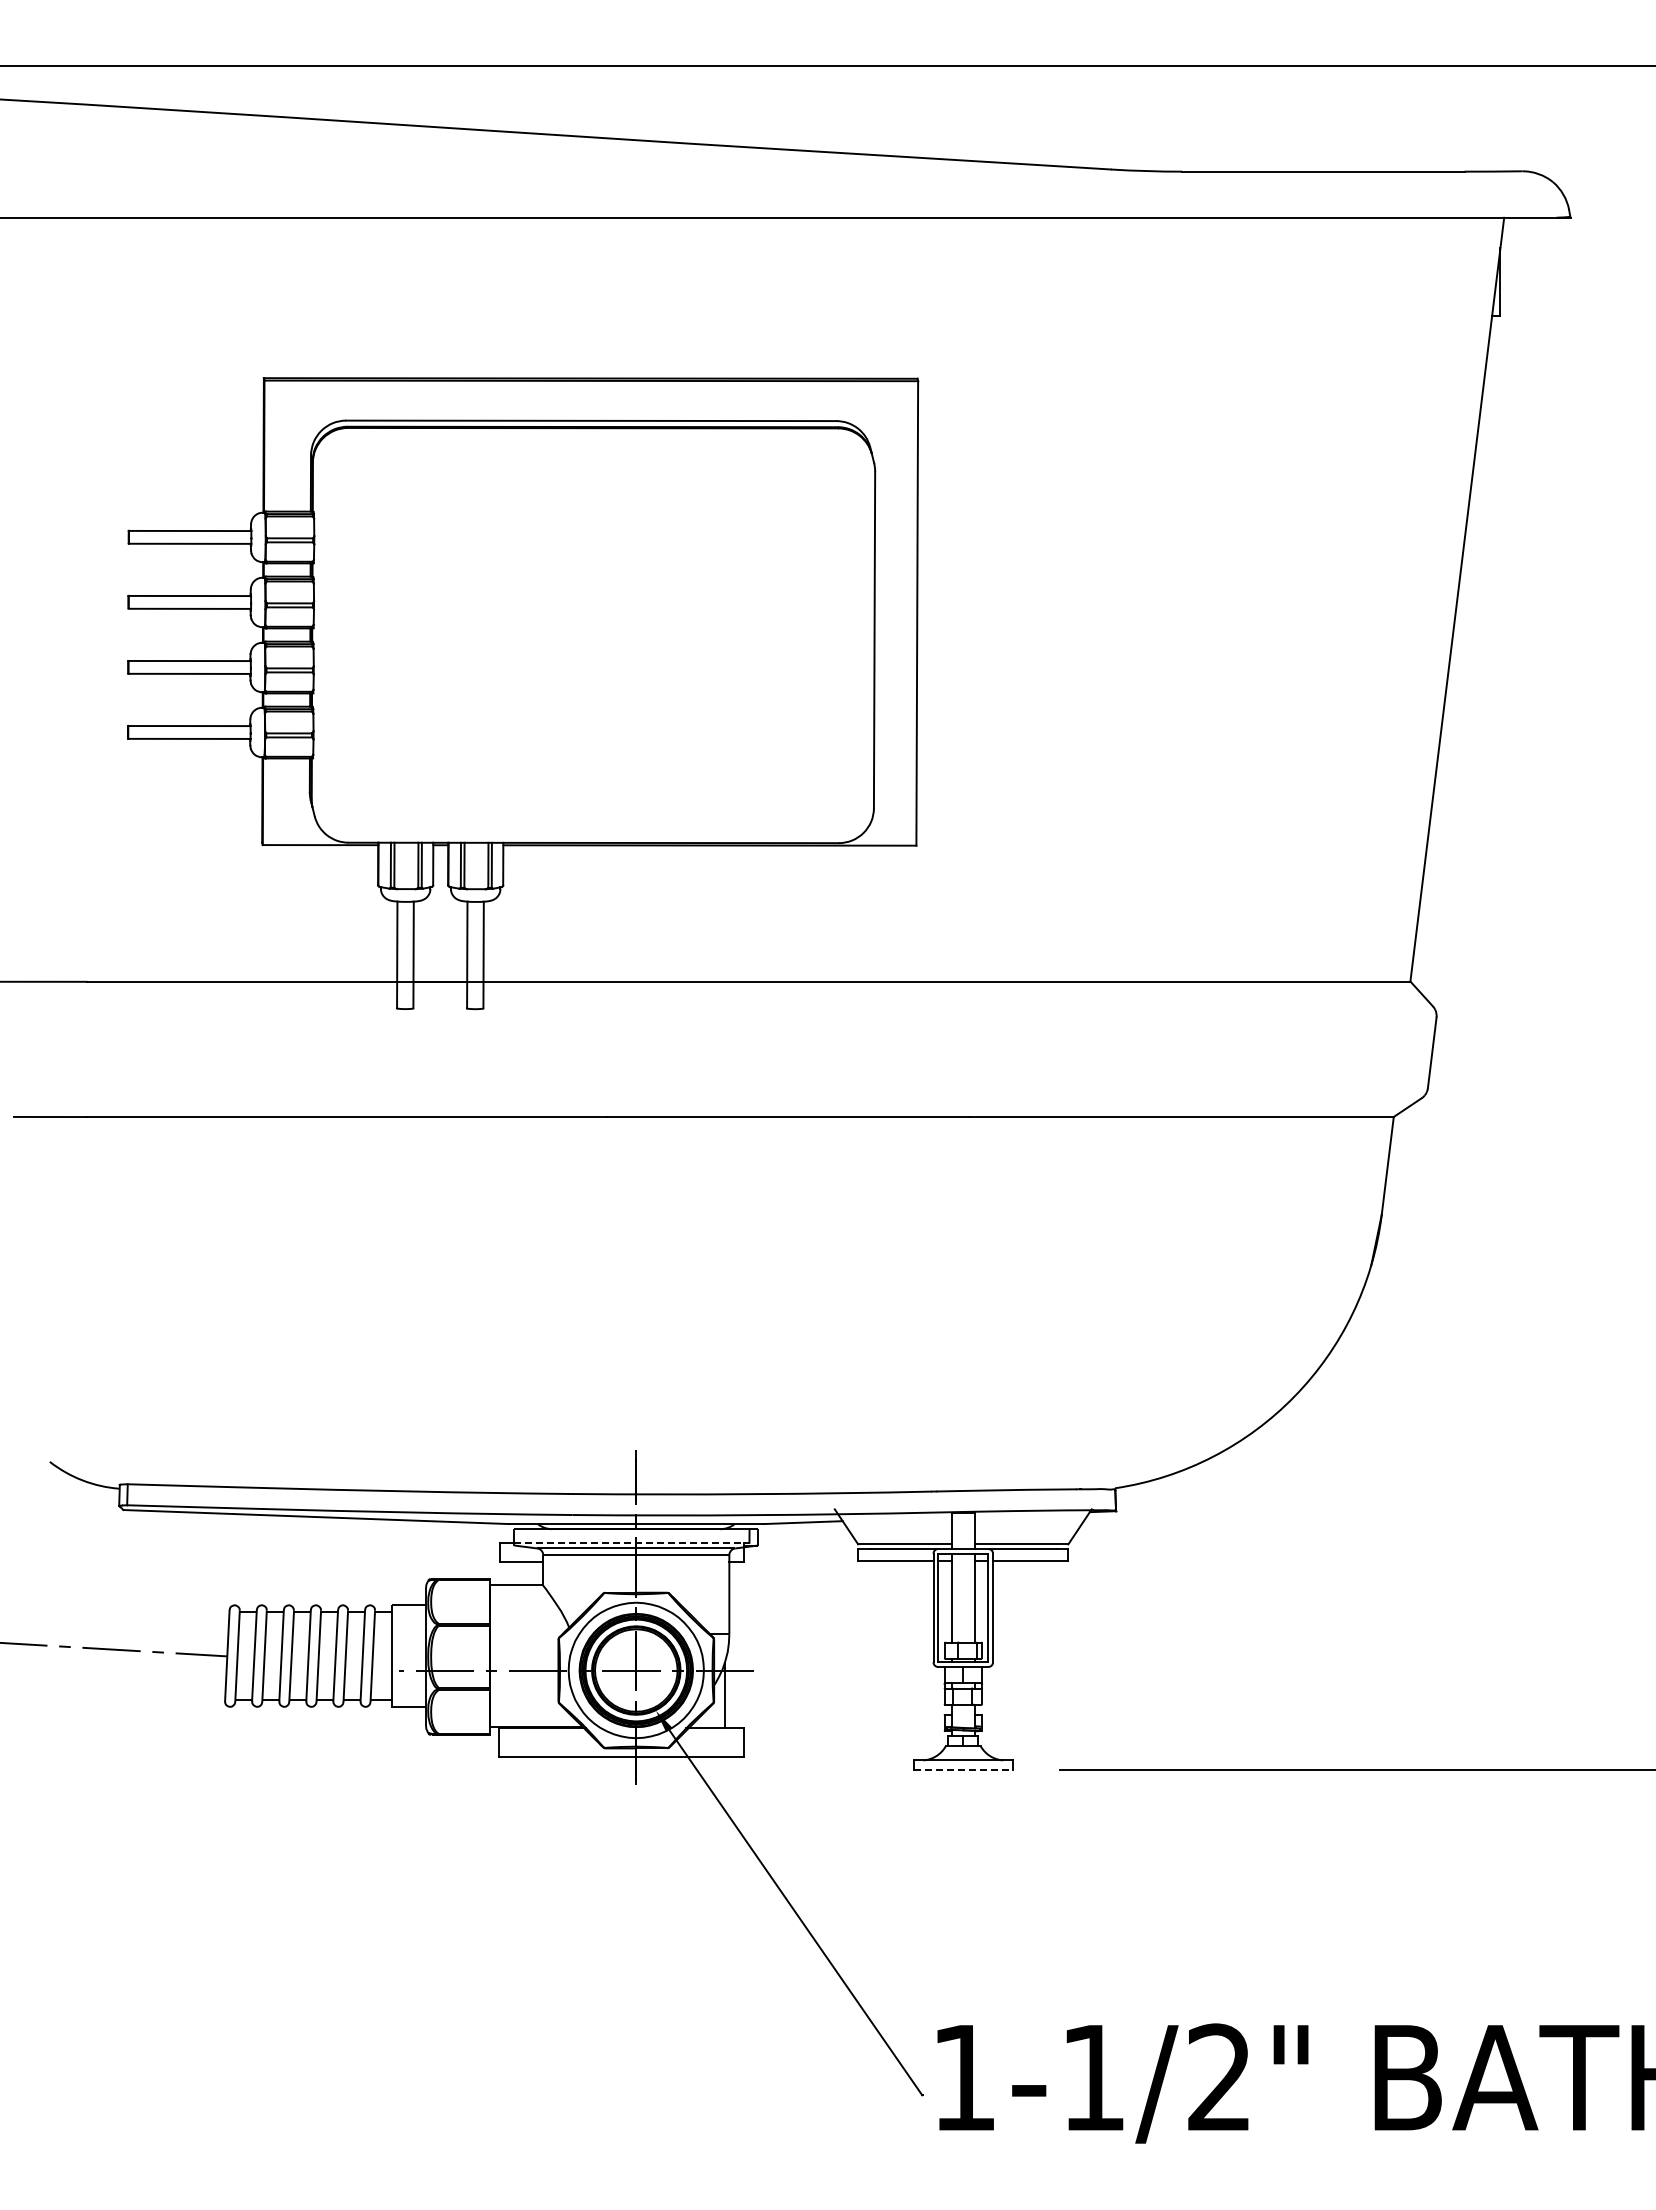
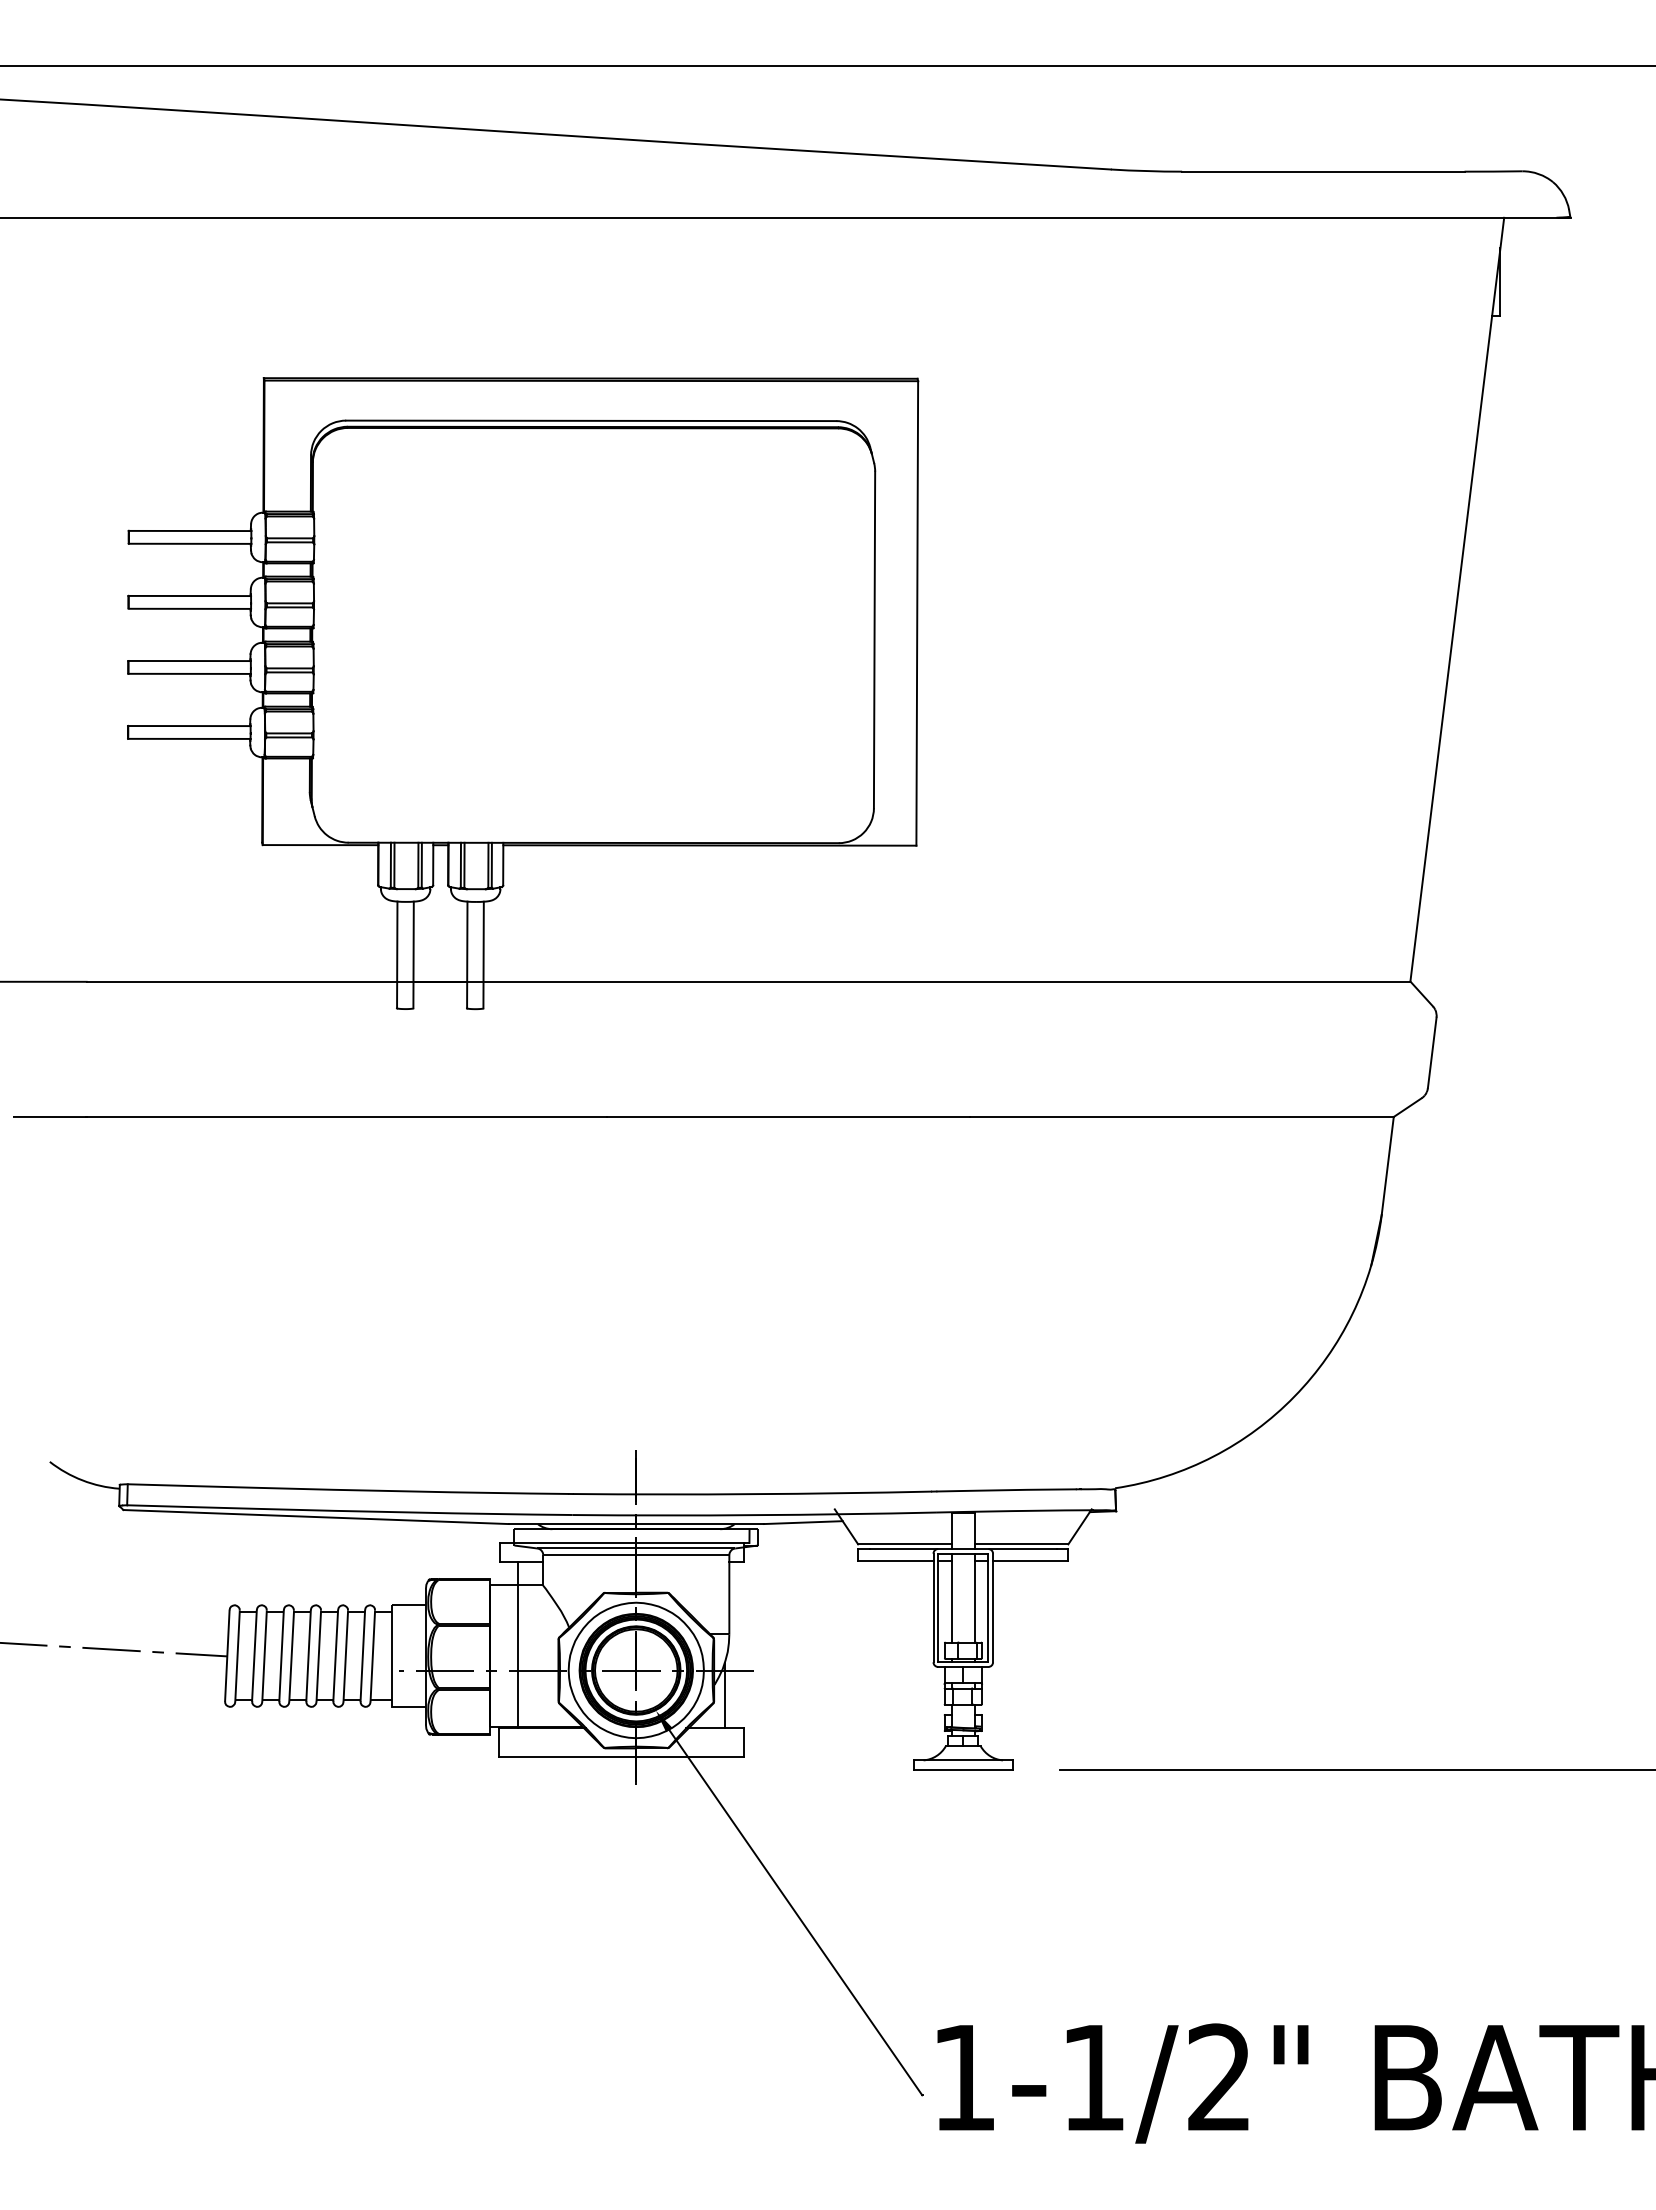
line at (631, 1542): dashed -> solid
line at (517, 1645): none -> present
line at (963, 1769): dashed -> solid
